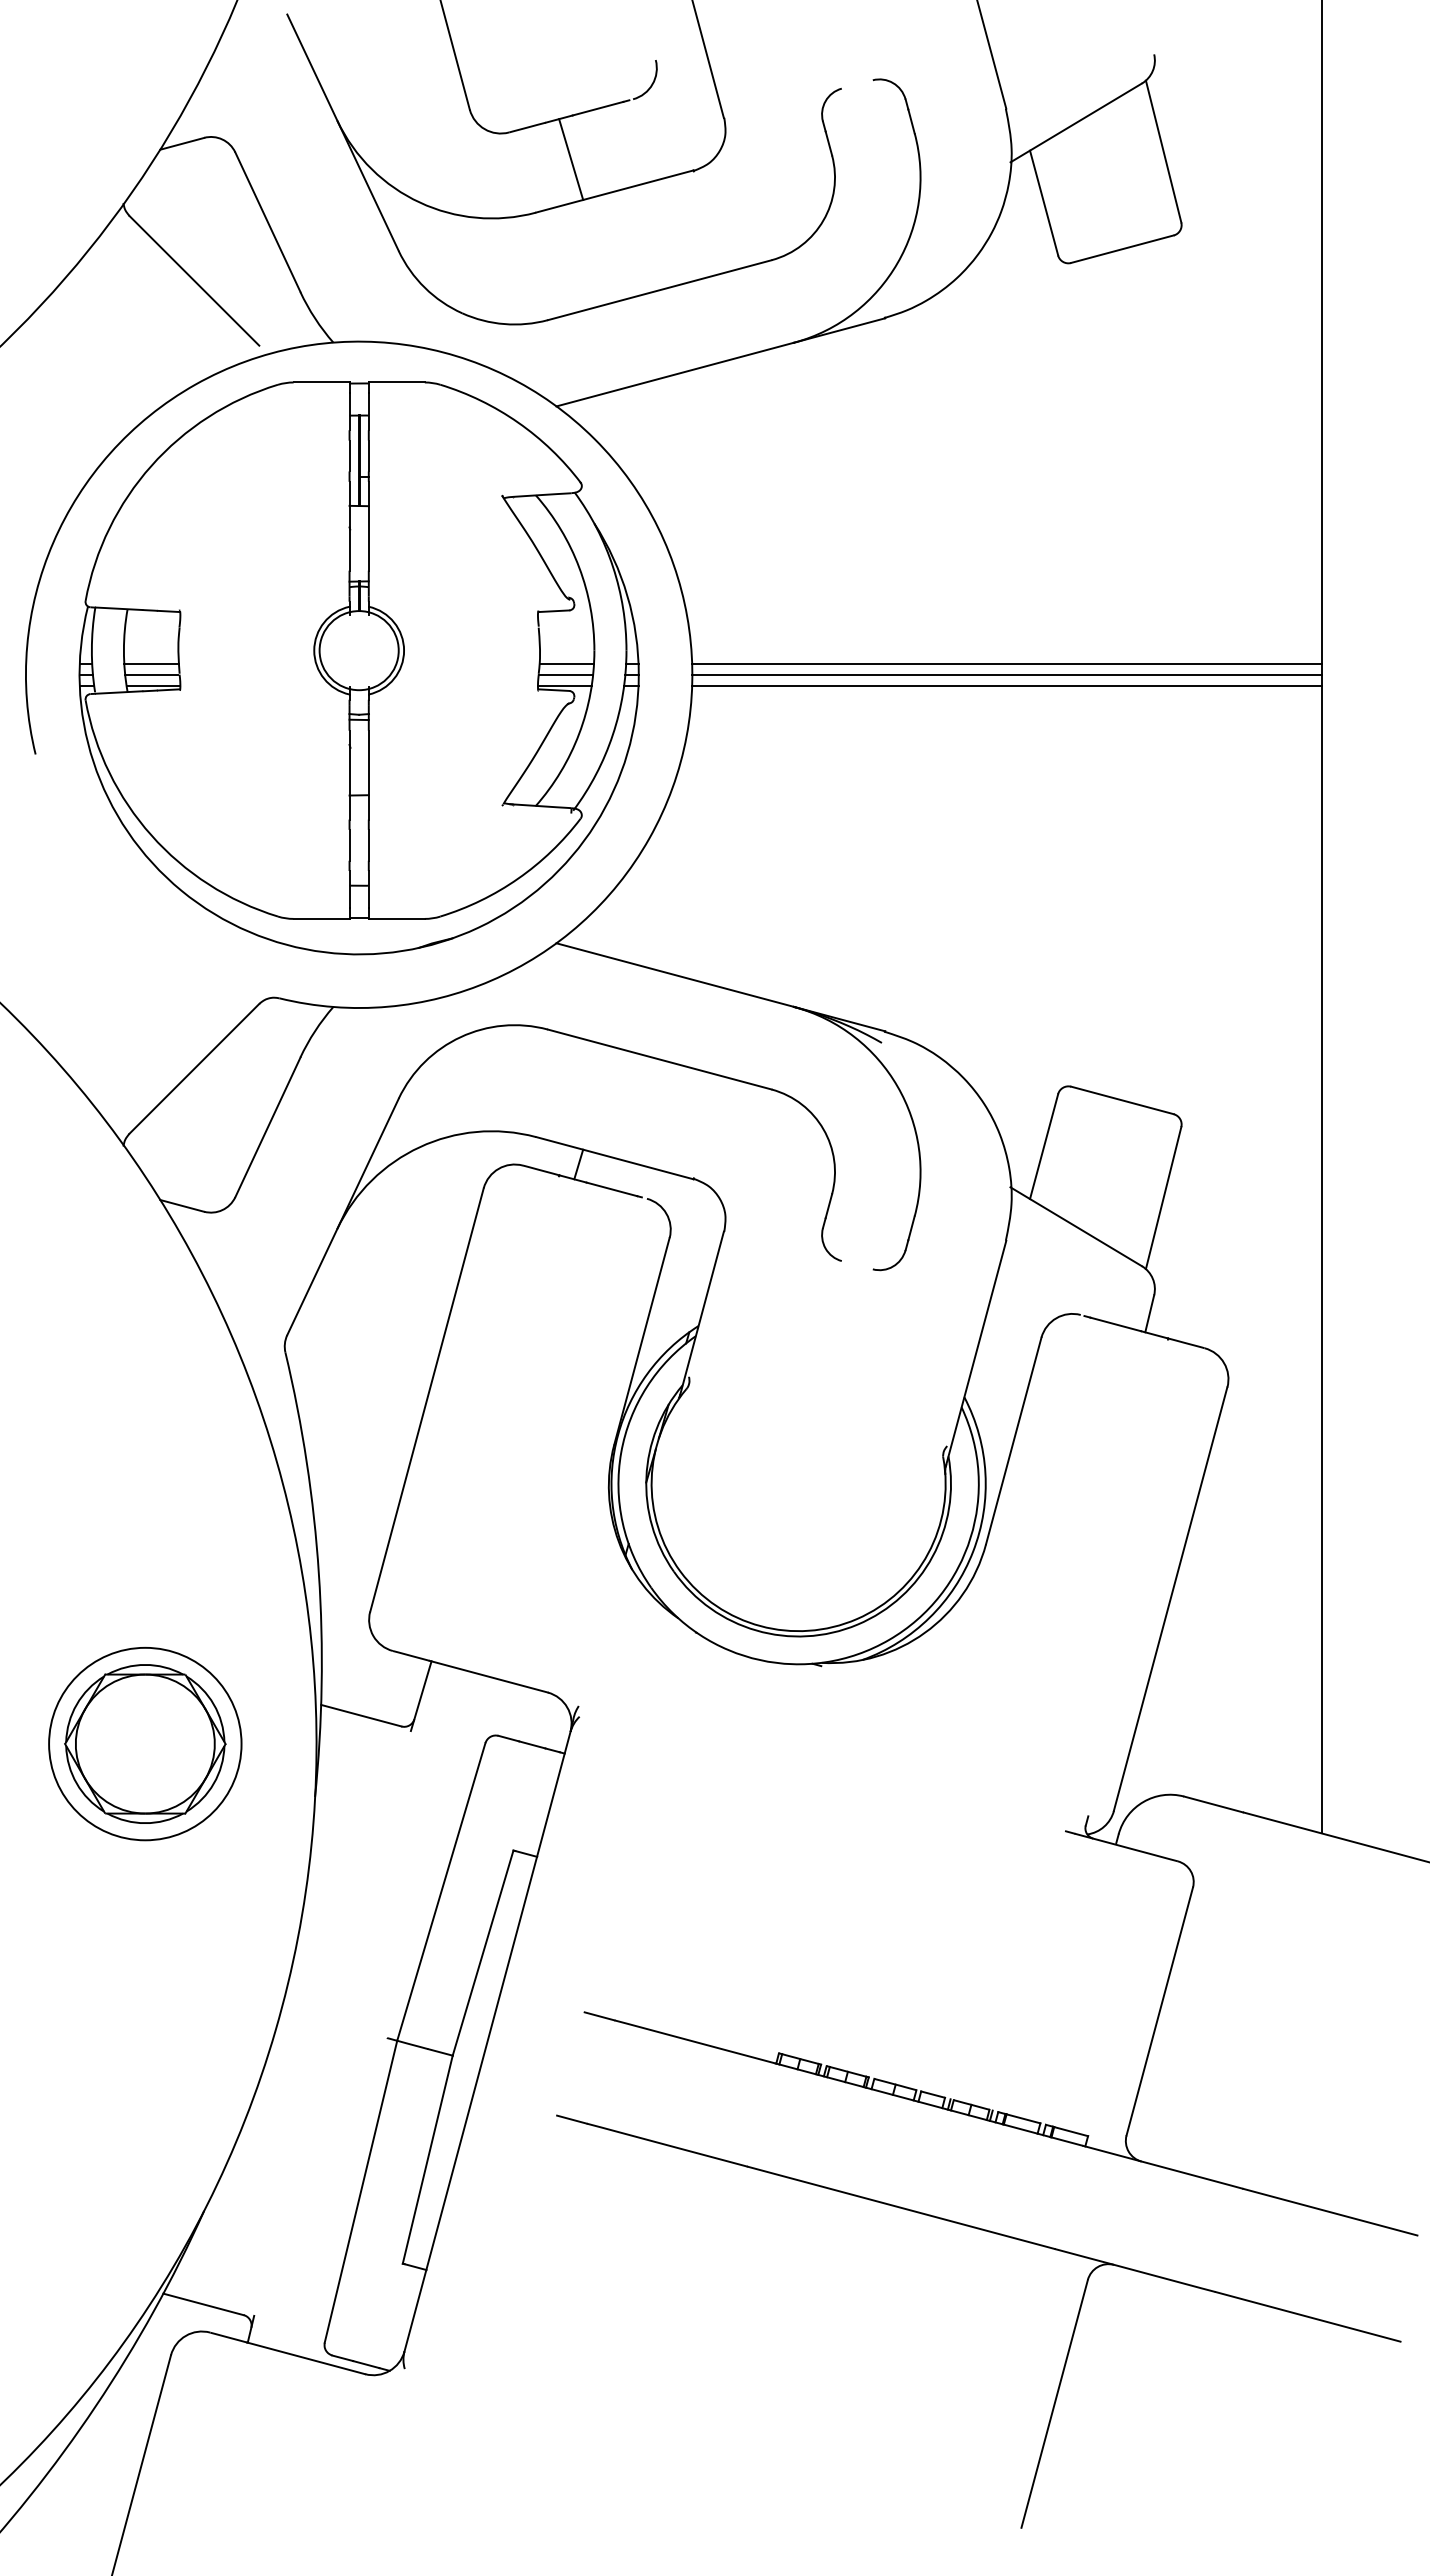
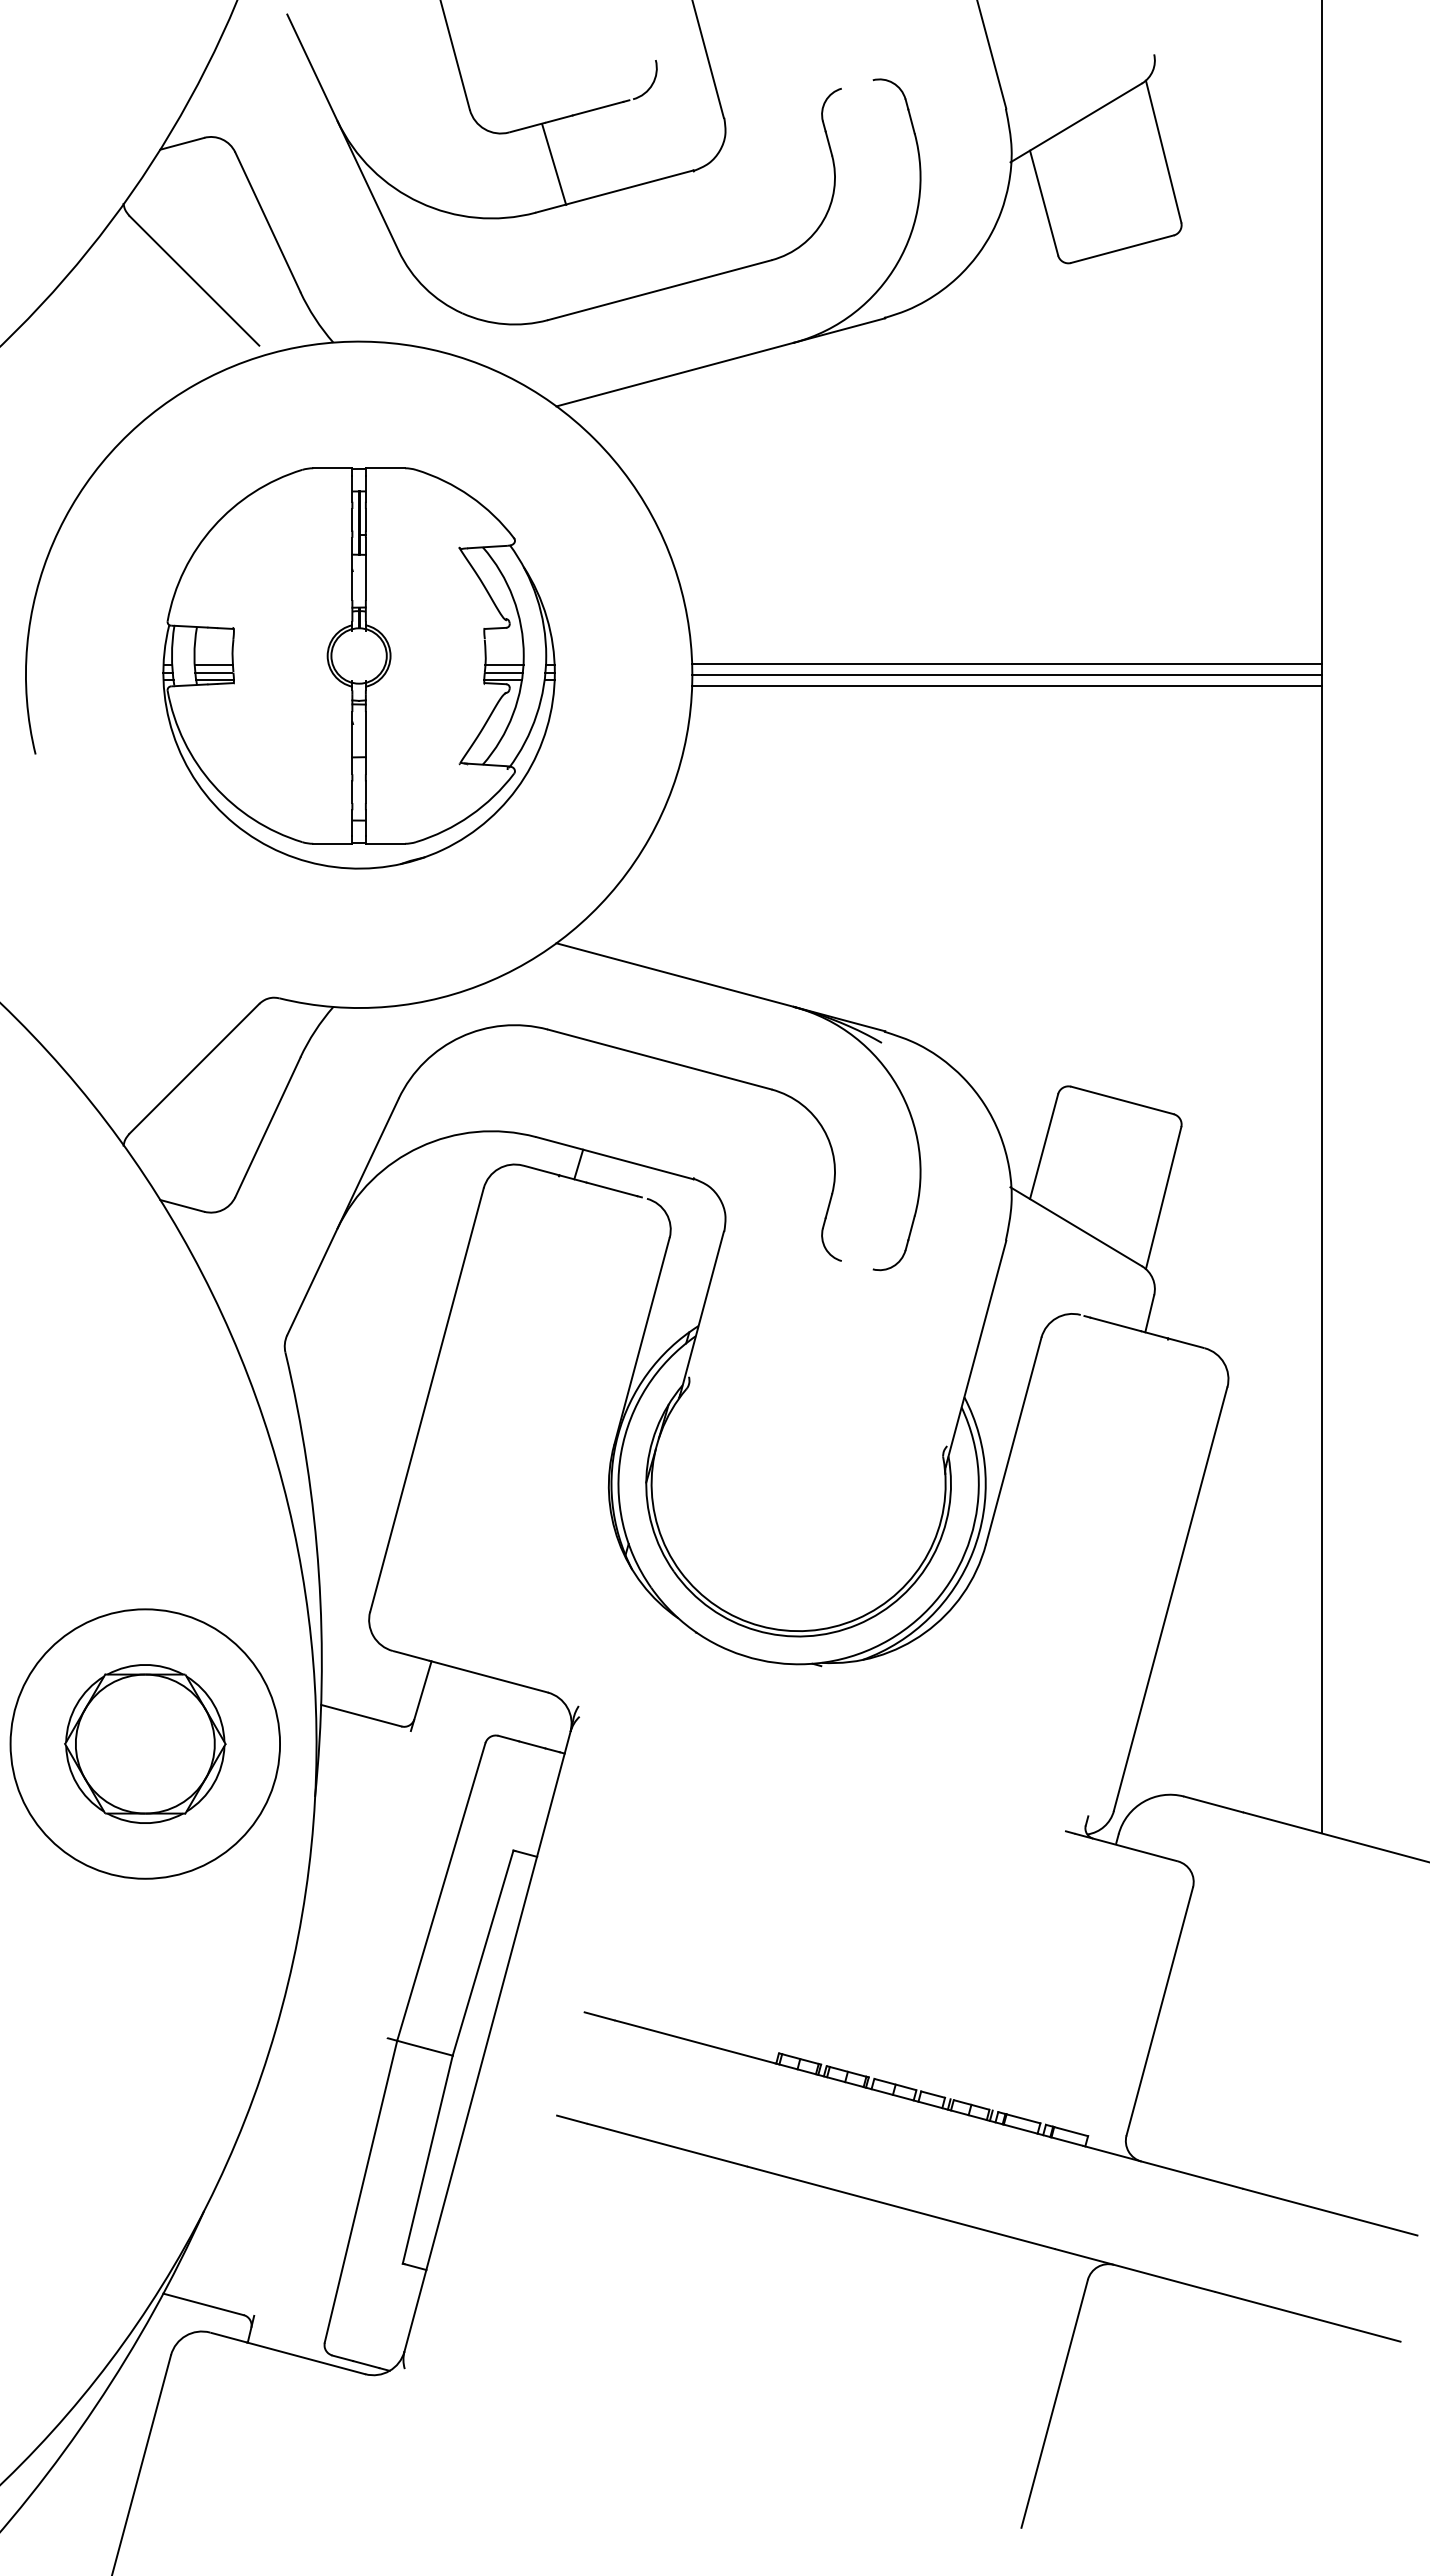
line at (571, 159) position: (571, 159) -> (554, 164)
part at (358, 668) size: 562x575 px -> 394x403 px
circle at (145, 1743) diameter: 192 px -> 269 px
